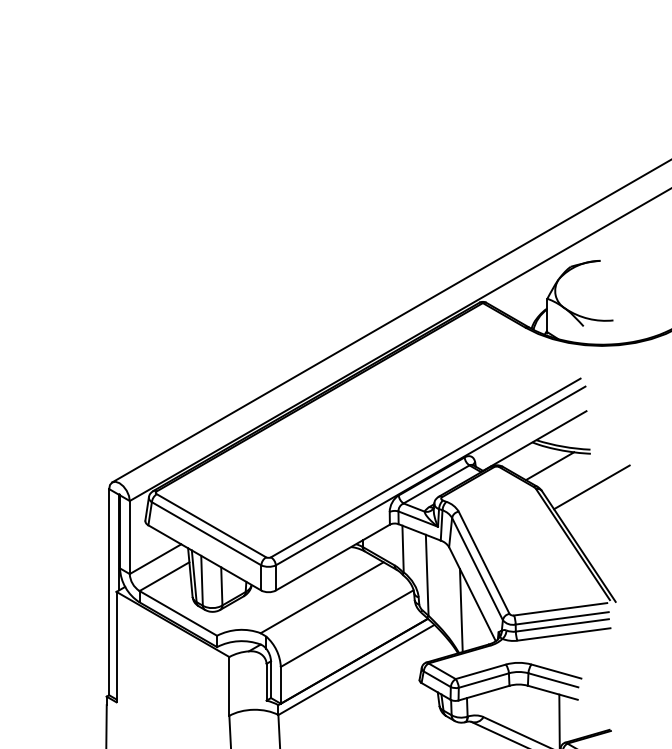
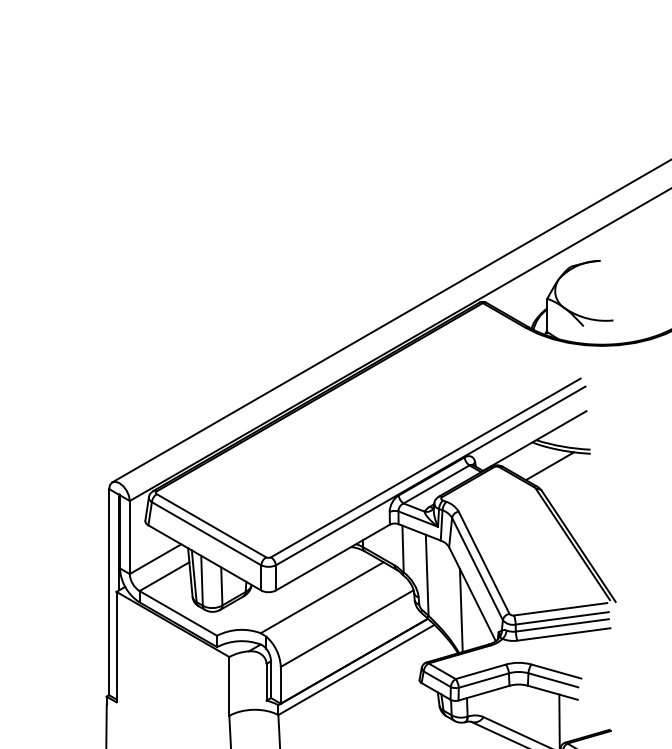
line at (591, 487): present -> none
